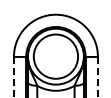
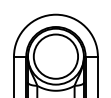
line at (14, 76): dashed -> solid
line at (97, 77): dashed -> solid
